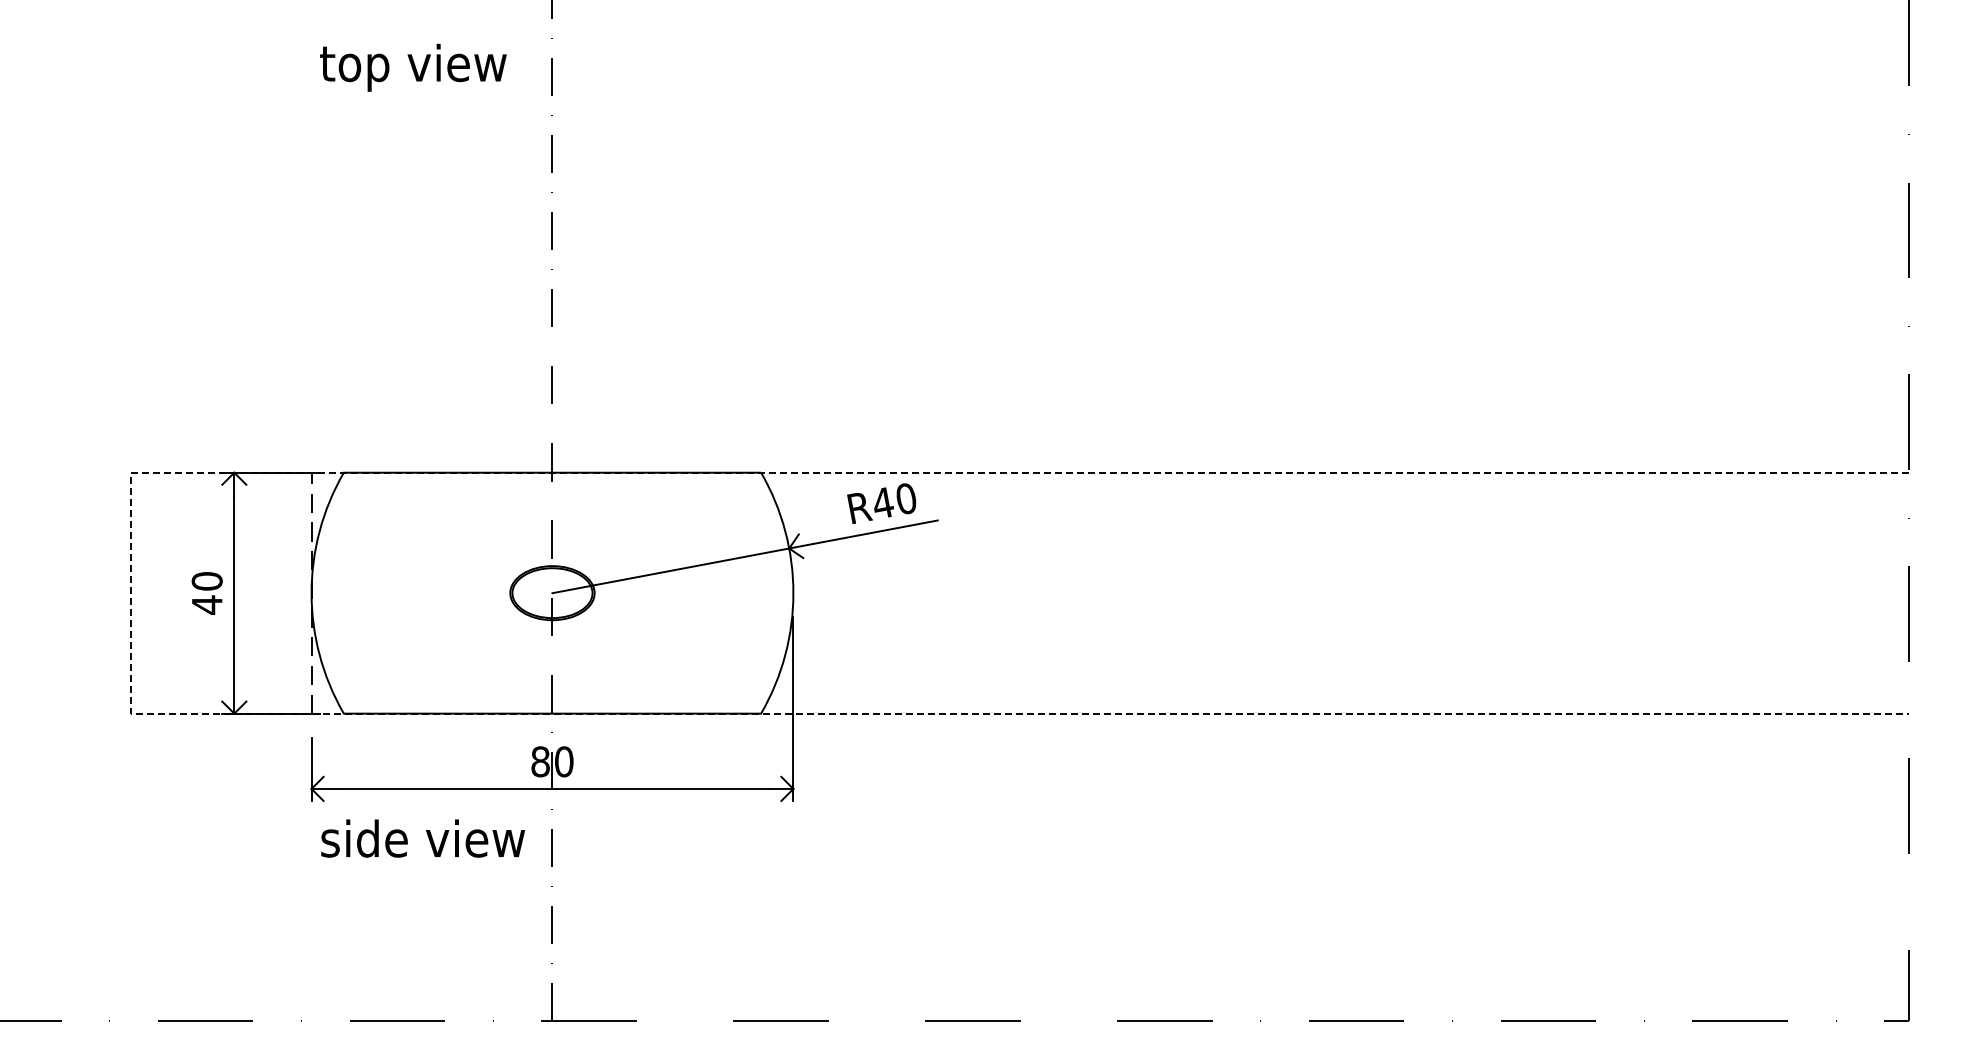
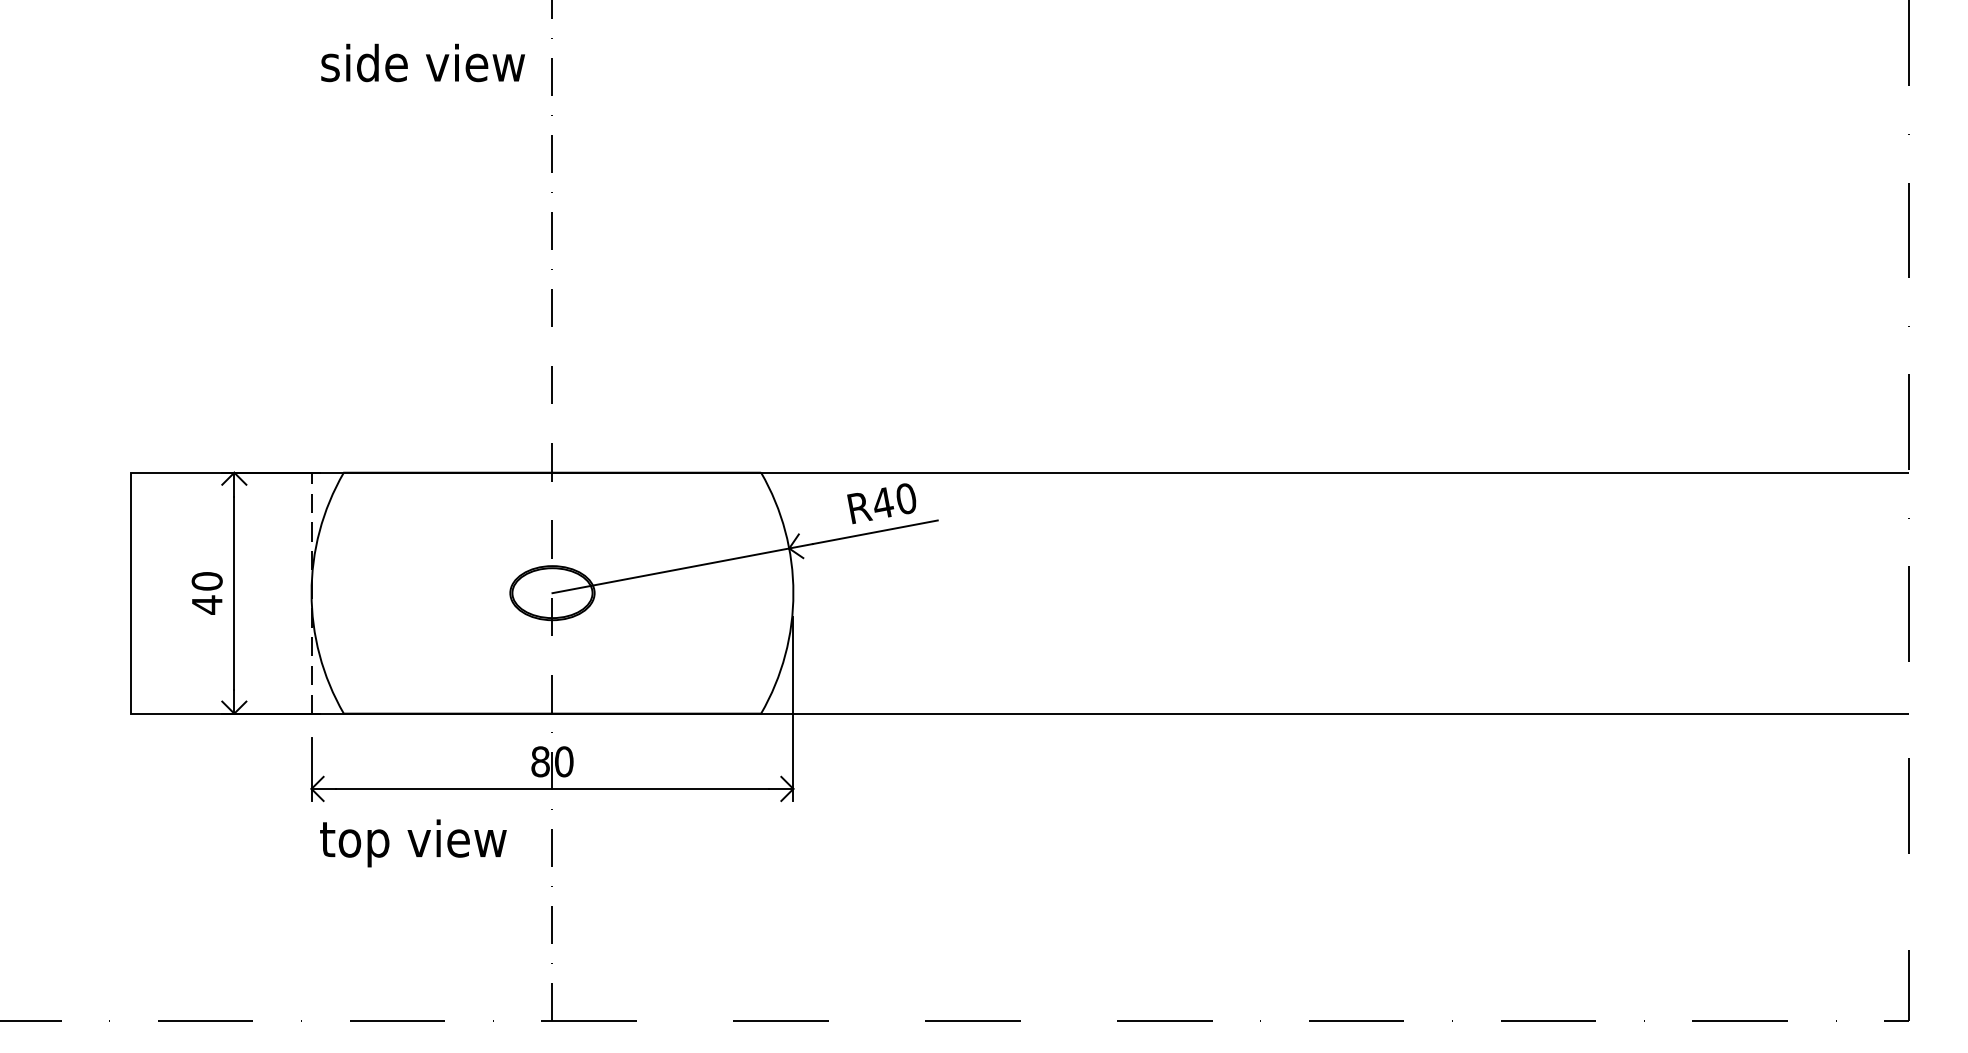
text at (422, 67): top view -> side view
line at (130, 593): dashed -> solid
text at (422, 843): side view -> top view
